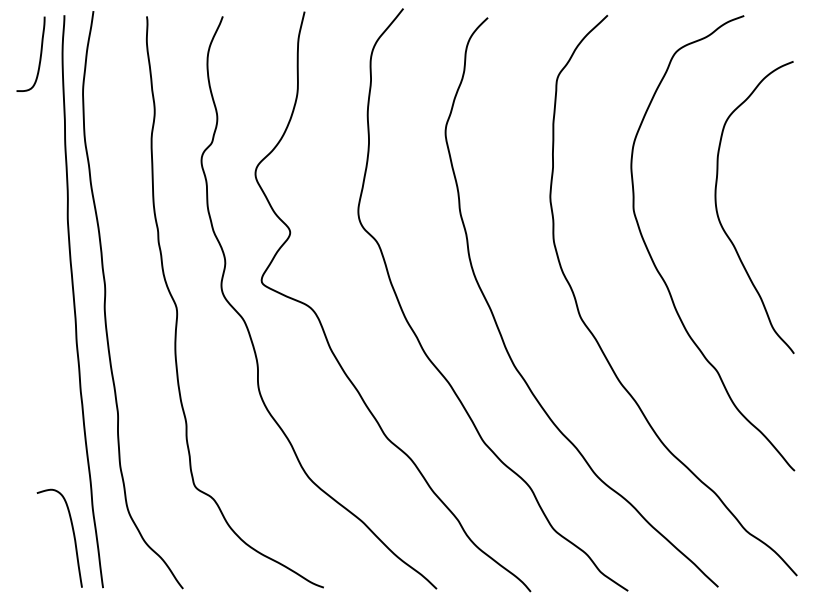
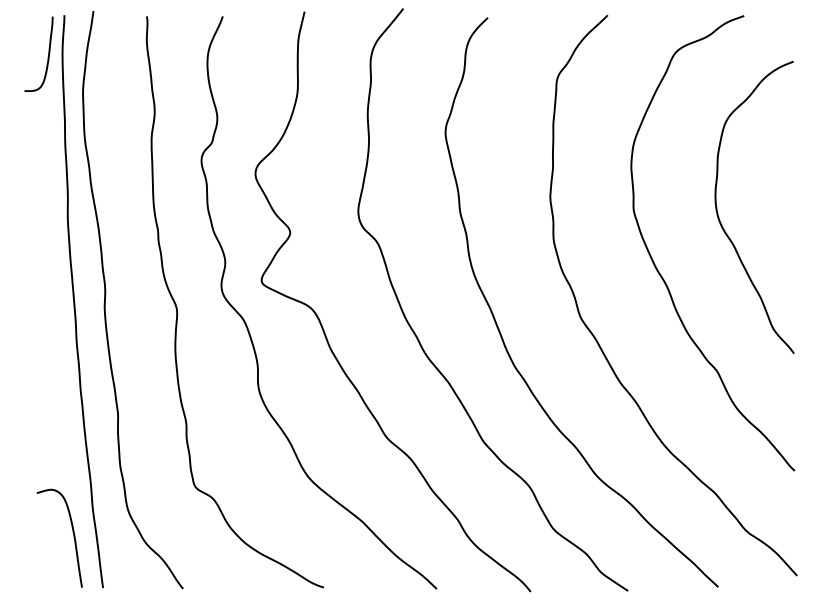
curve at (39, 57) position: (39, 57) -> (47, 57)
